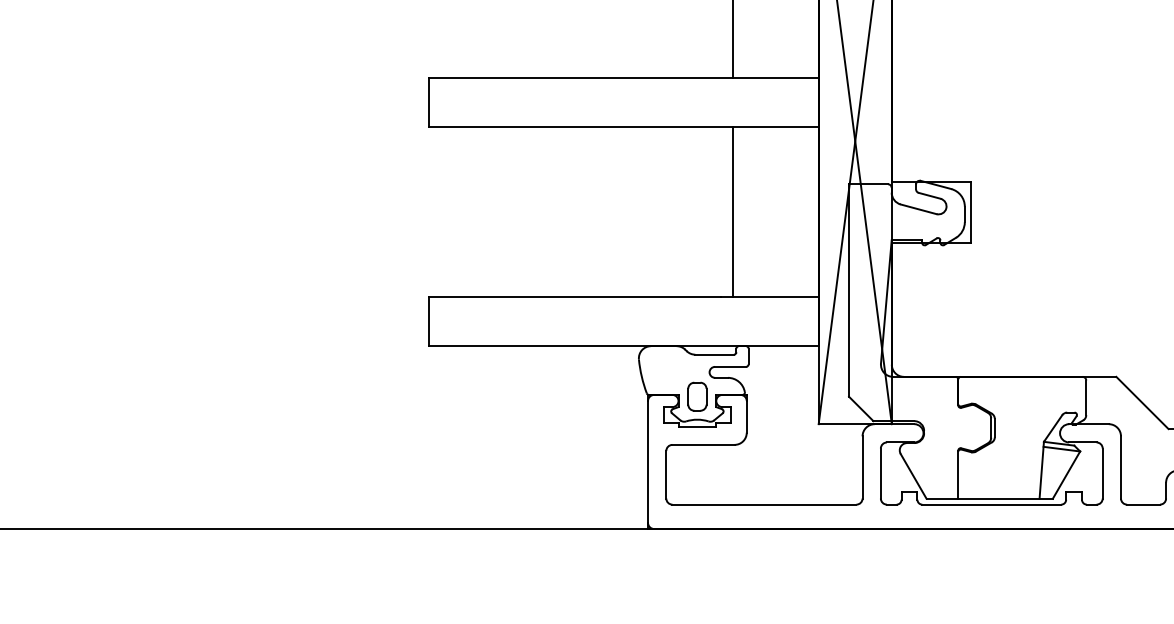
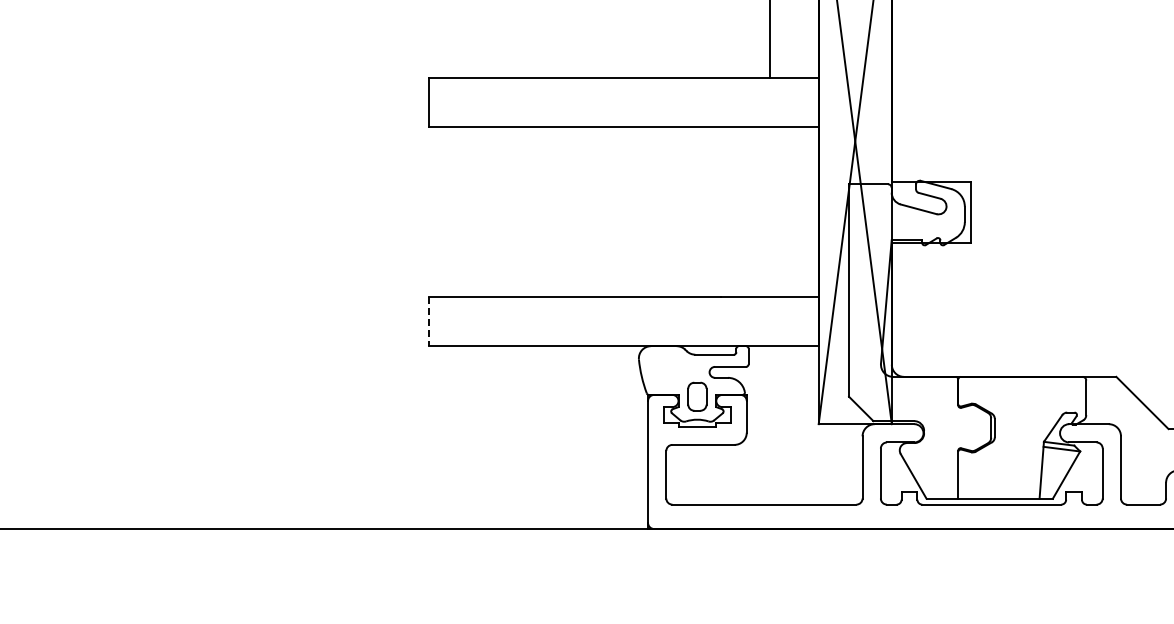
line at (733, 39) position: (733, 39) -> (770, 39)
line at (733, 211): present -> none
line at (428, 322): solid -> dashed
